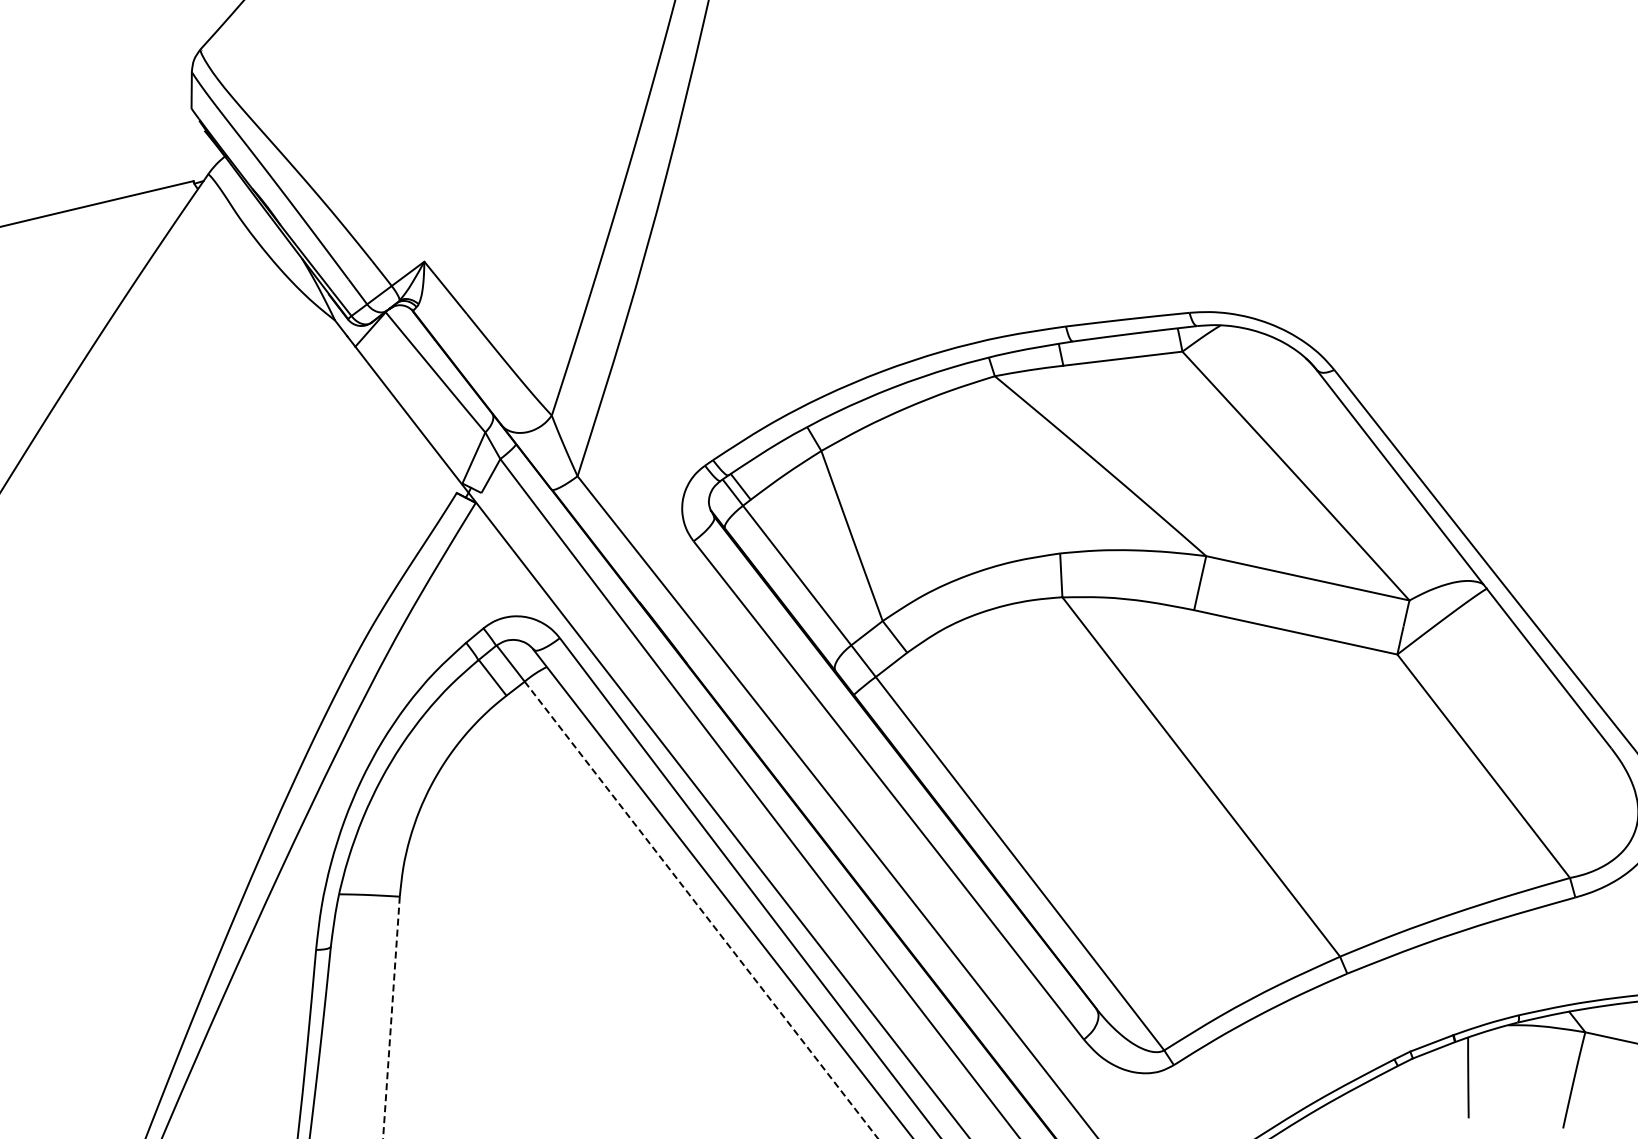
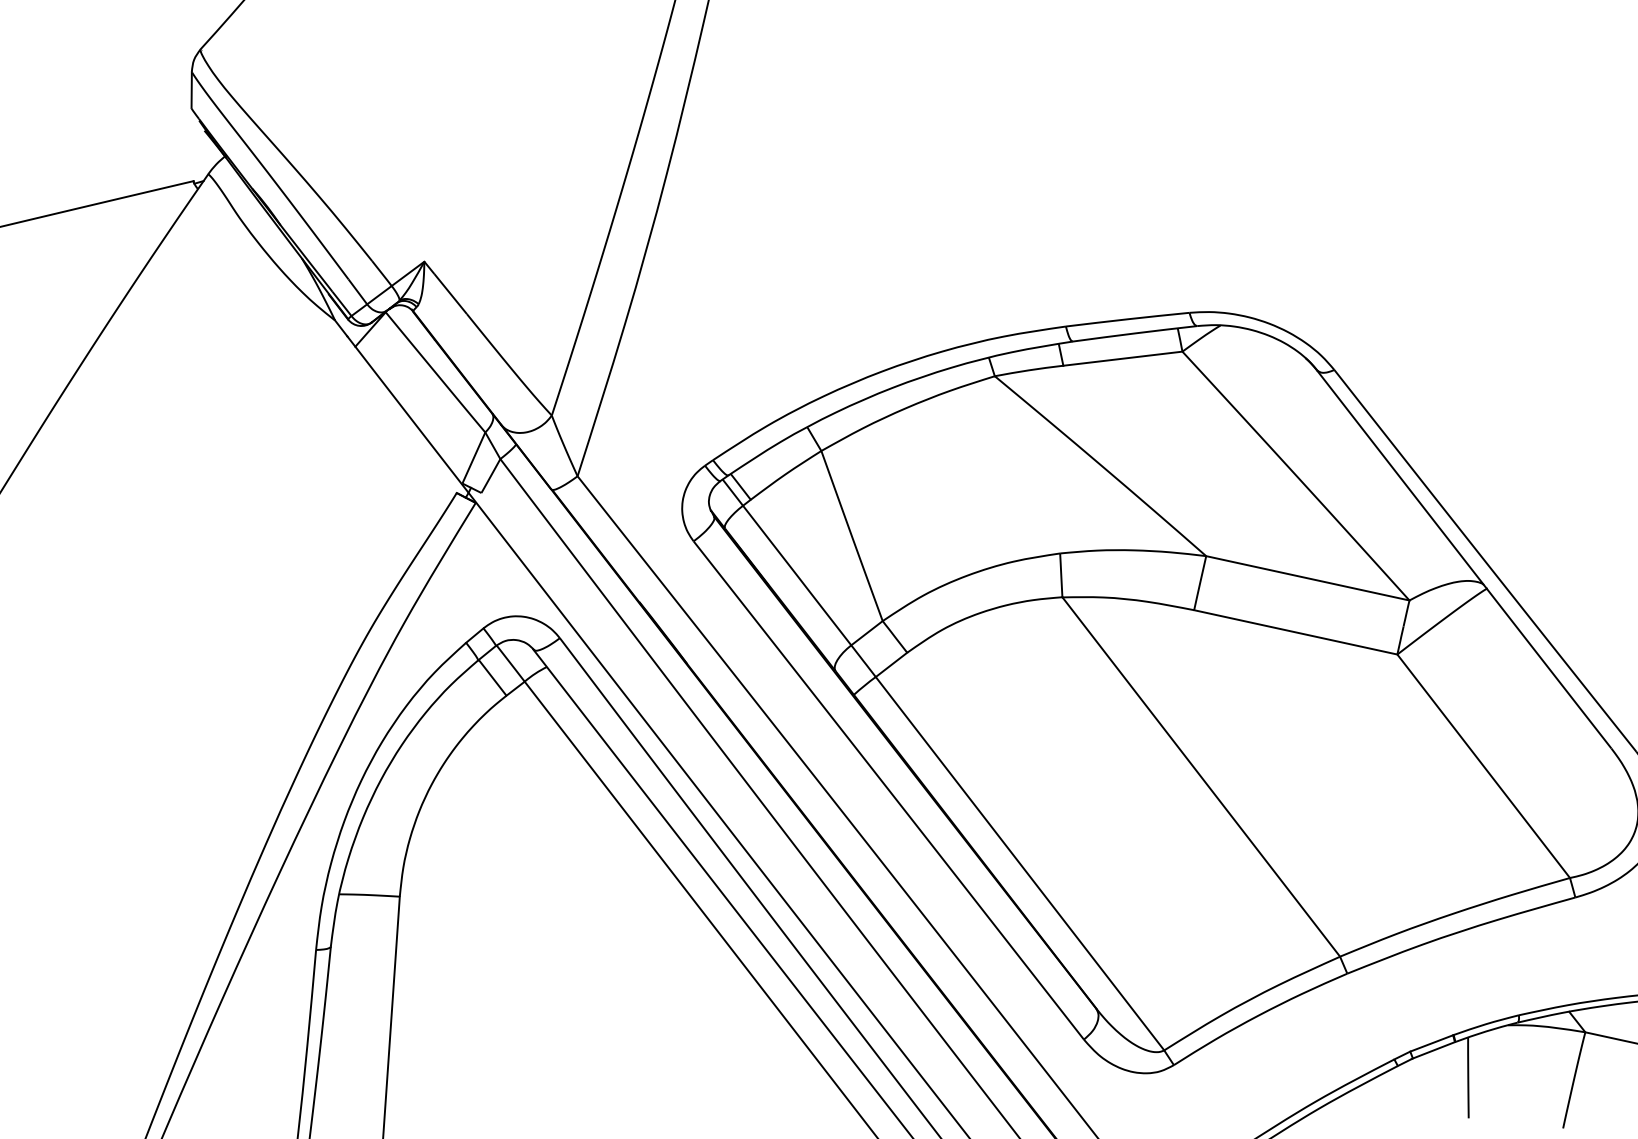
line at (701, 910): dashed -> solid
line at (391, 1018): dashed -> solid
